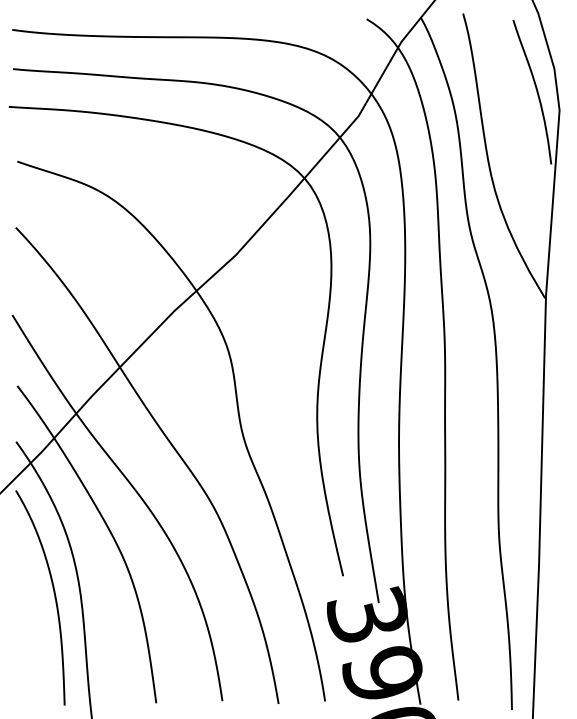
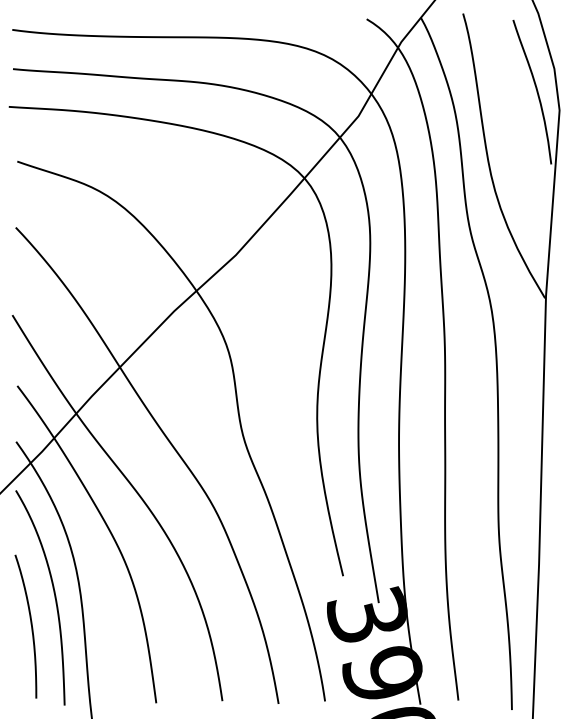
curve at (30, 624): none -> present
